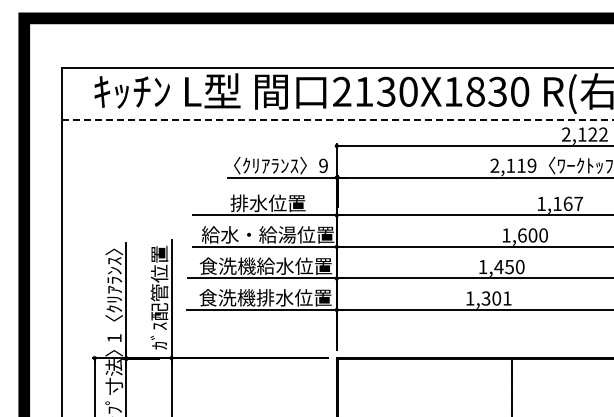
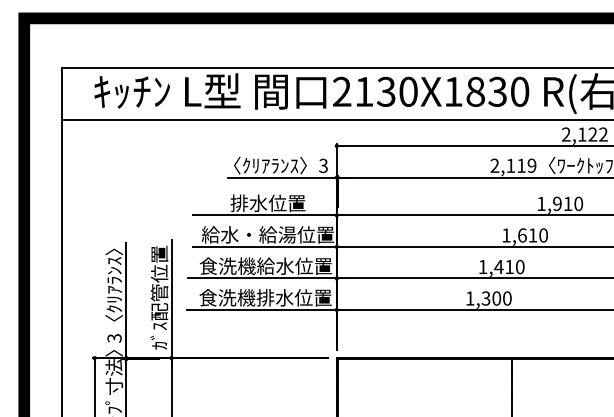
line at (338, 120): dashed -> solid
text at (323, 165): 9 -> 3
text at (568, 203): 1,167 -> 1,910
text at (532, 235): 1,600 -> 1,610
text at (509, 267): 1,450 -> 1,410
text at (507, 298): 1,301 -> 1,300
text at (114, 338): 1 -> 3
